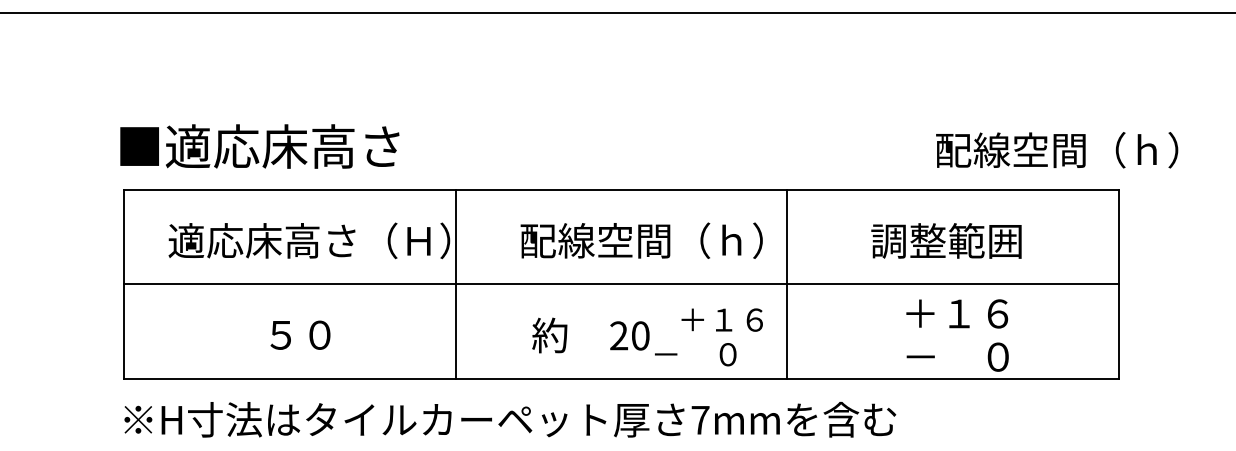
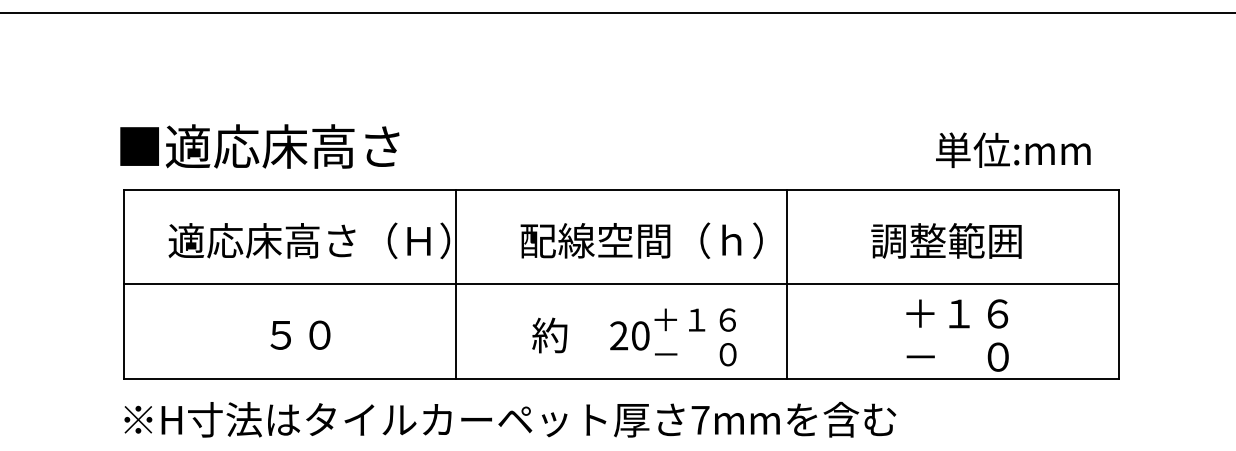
text at (1057, 150): 配線空間（ｈ） -> 単位:mm
text at (721, 319) position: (721, 319) -> (694, 319)
